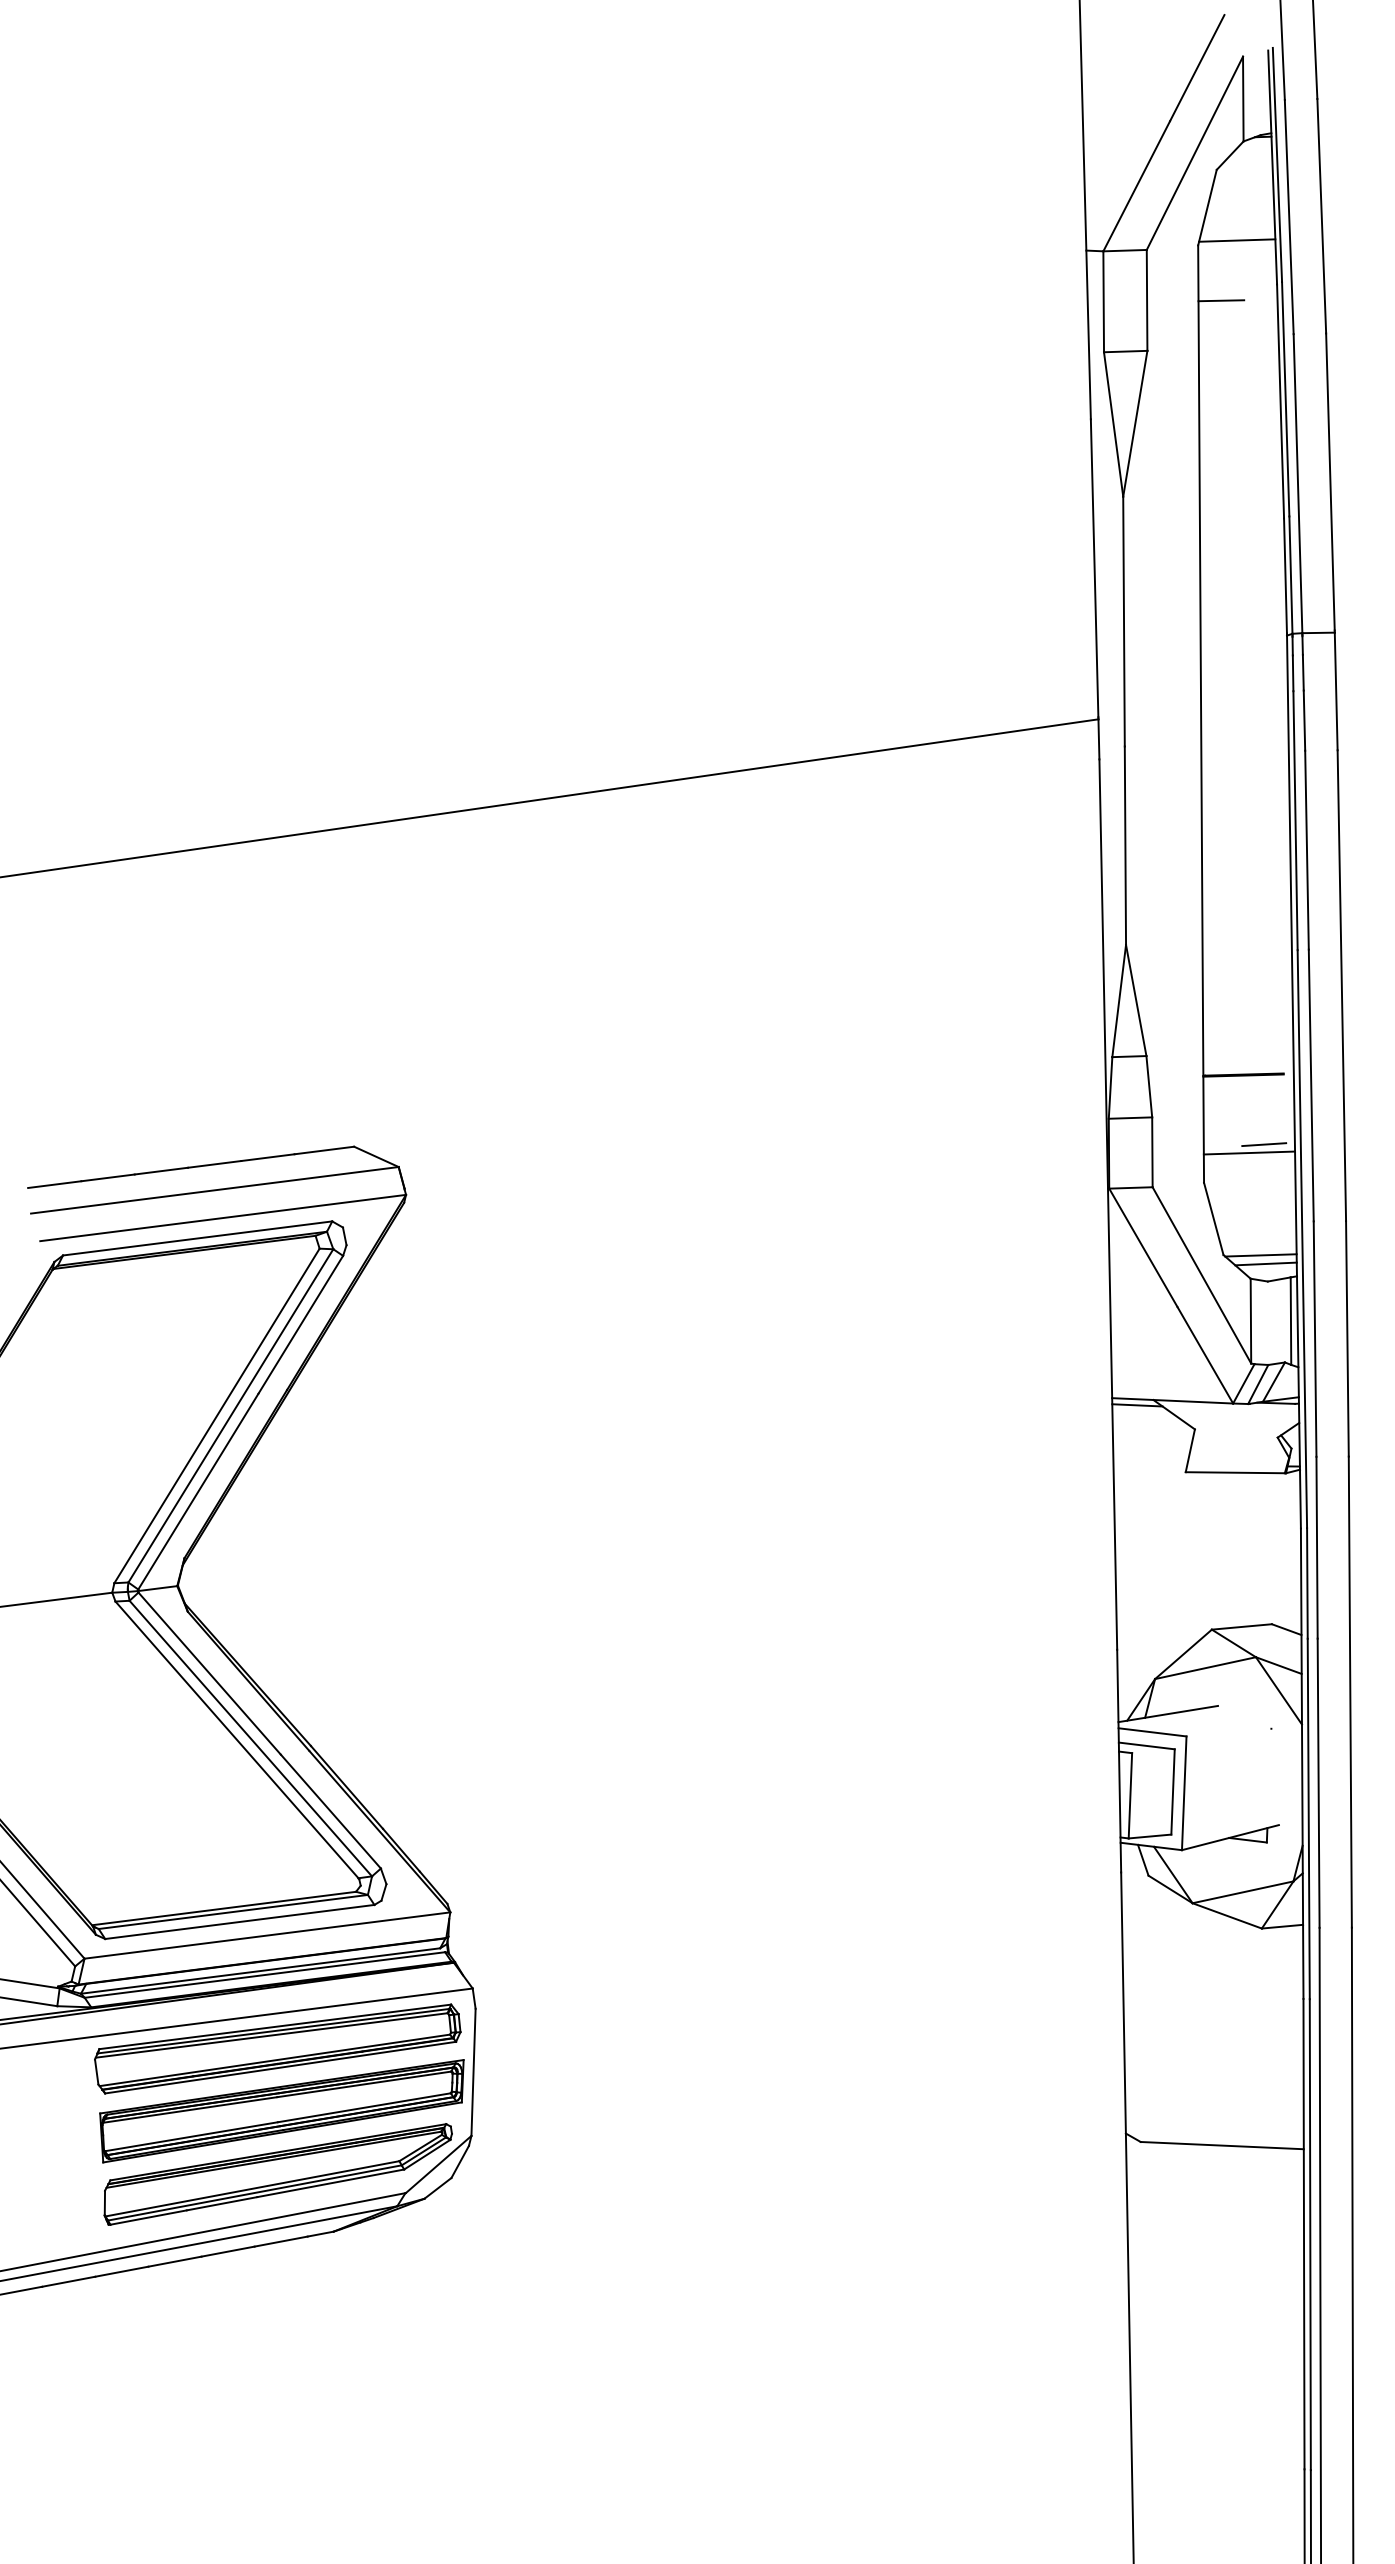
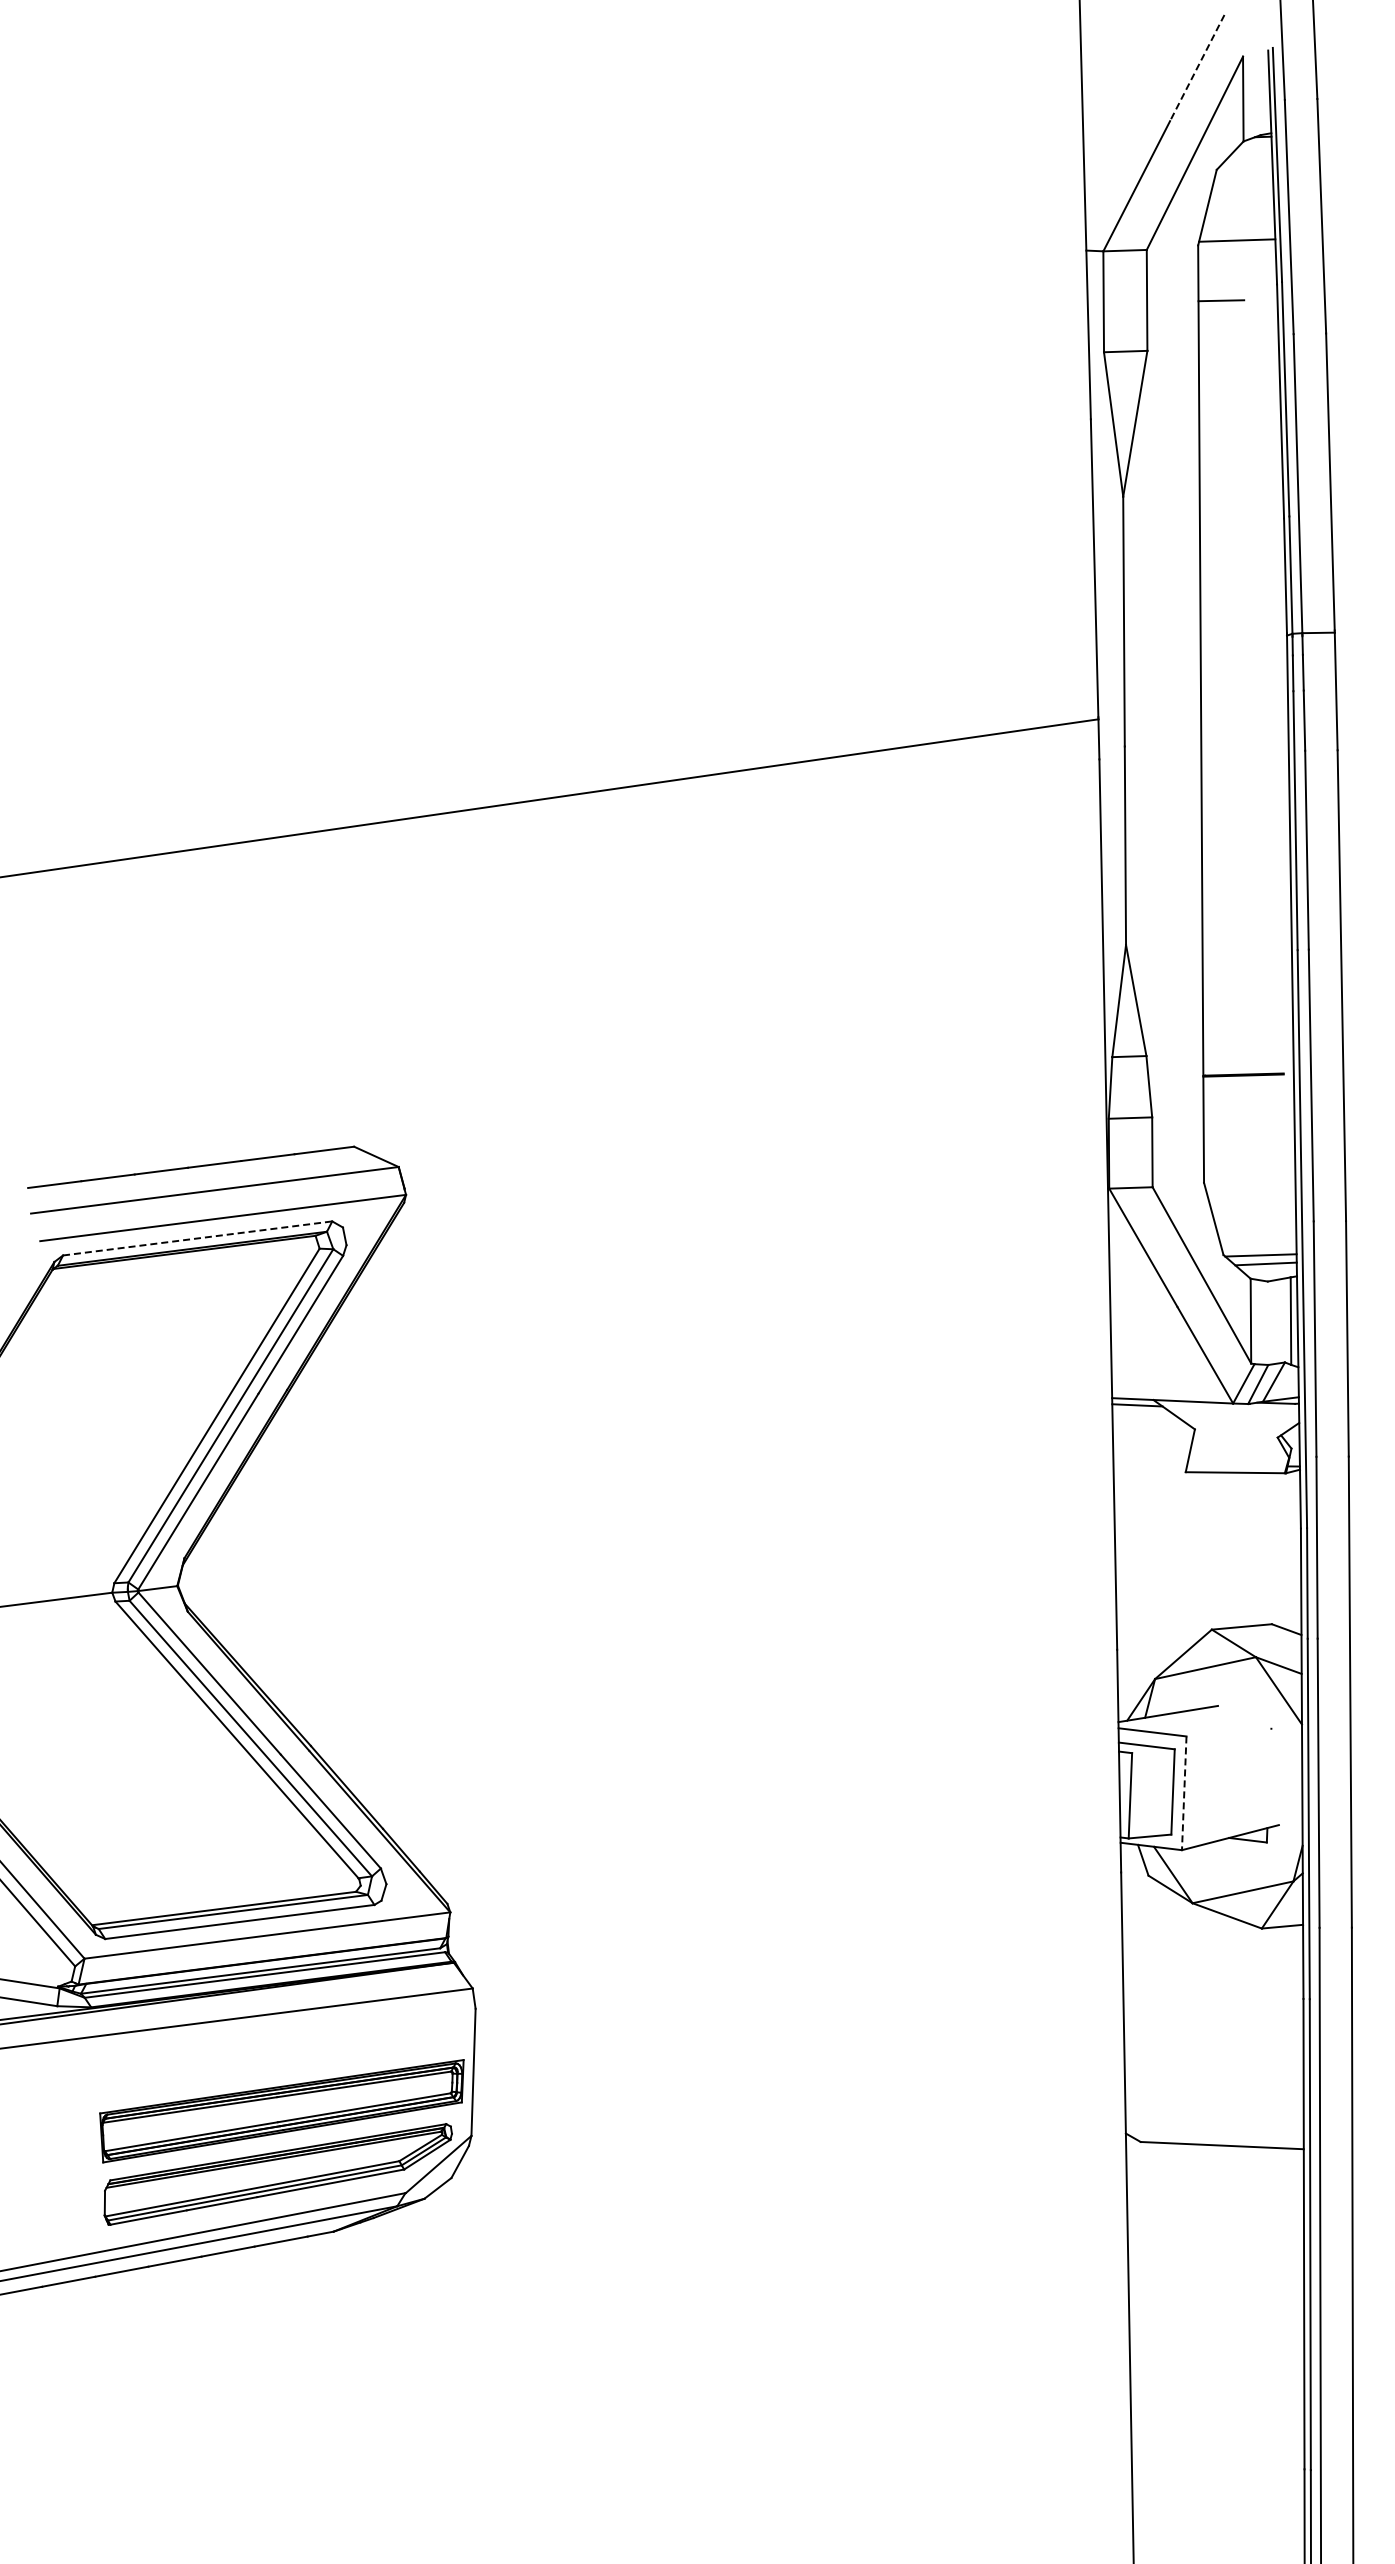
line at (1197, 68): solid -> dashed
line at (1264, 1144): present -> none
line at (1249, 1152): present -> none
line at (197, 1238): solid -> dashed
line at (1184, 1793): solid -> dashed
part at (277, 2048): present -> none
